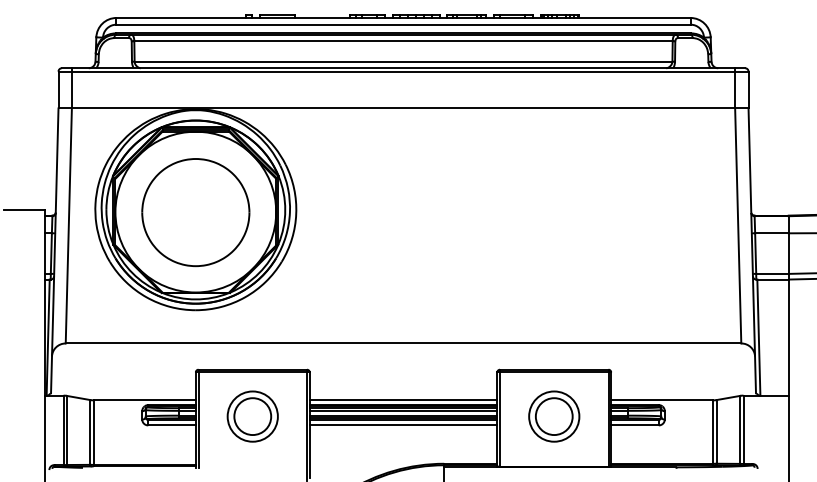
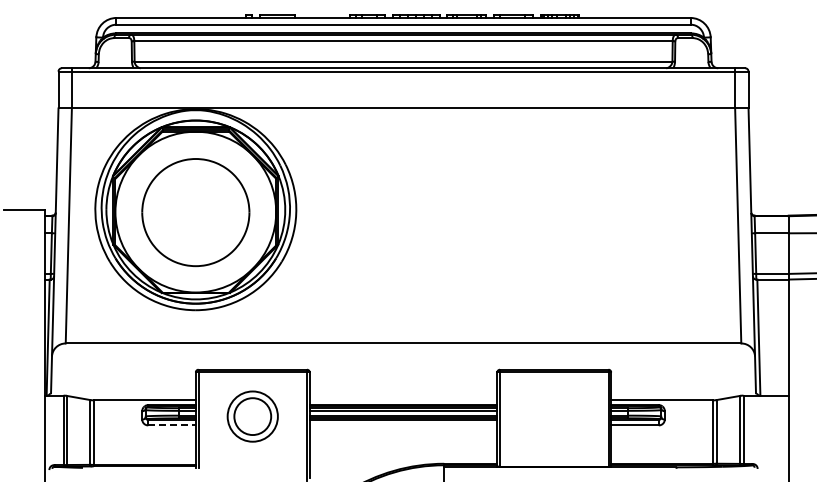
line at (403, 400): present -> none
part at (554, 416): present -> none
line at (172, 425): solid -> dashed
line at (403, 425): present -> none
